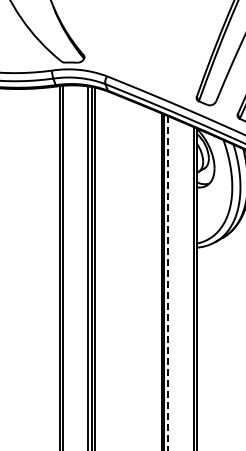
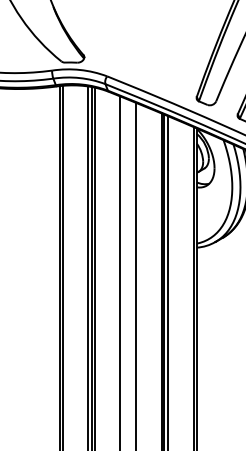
line at (120, 271): none -> present
line at (136, 275): none -> present
line at (168, 283): dashed -> solid
